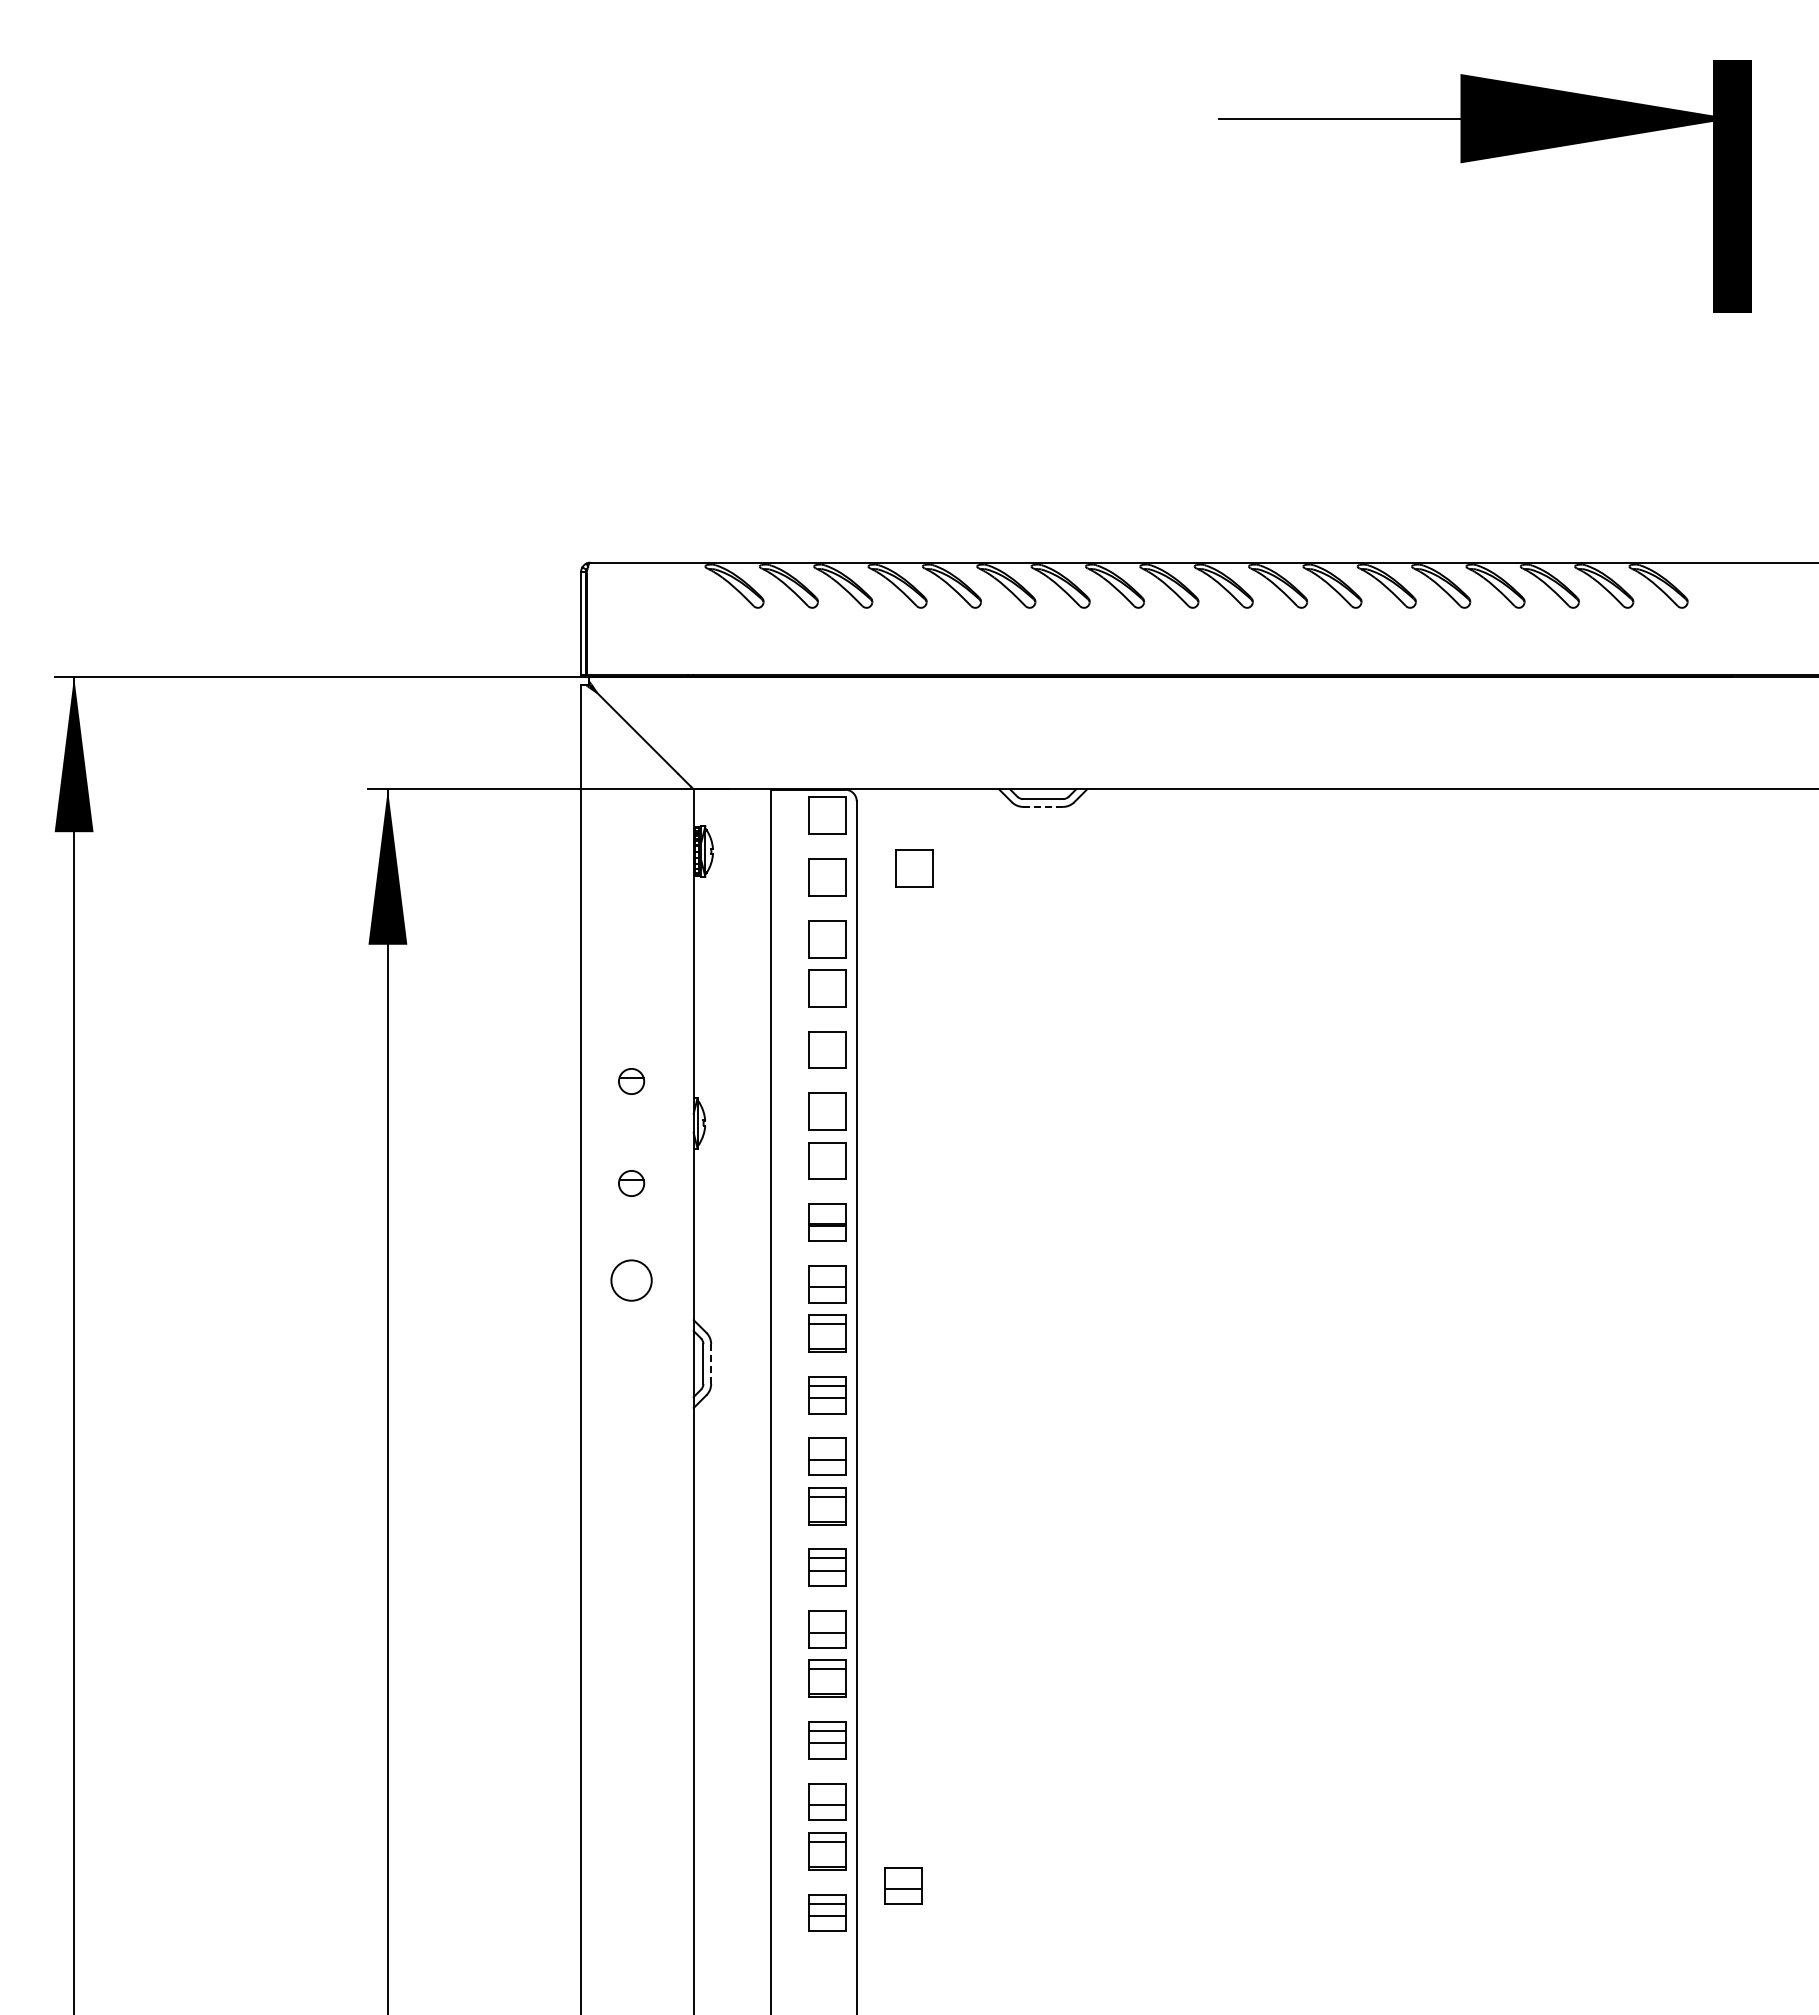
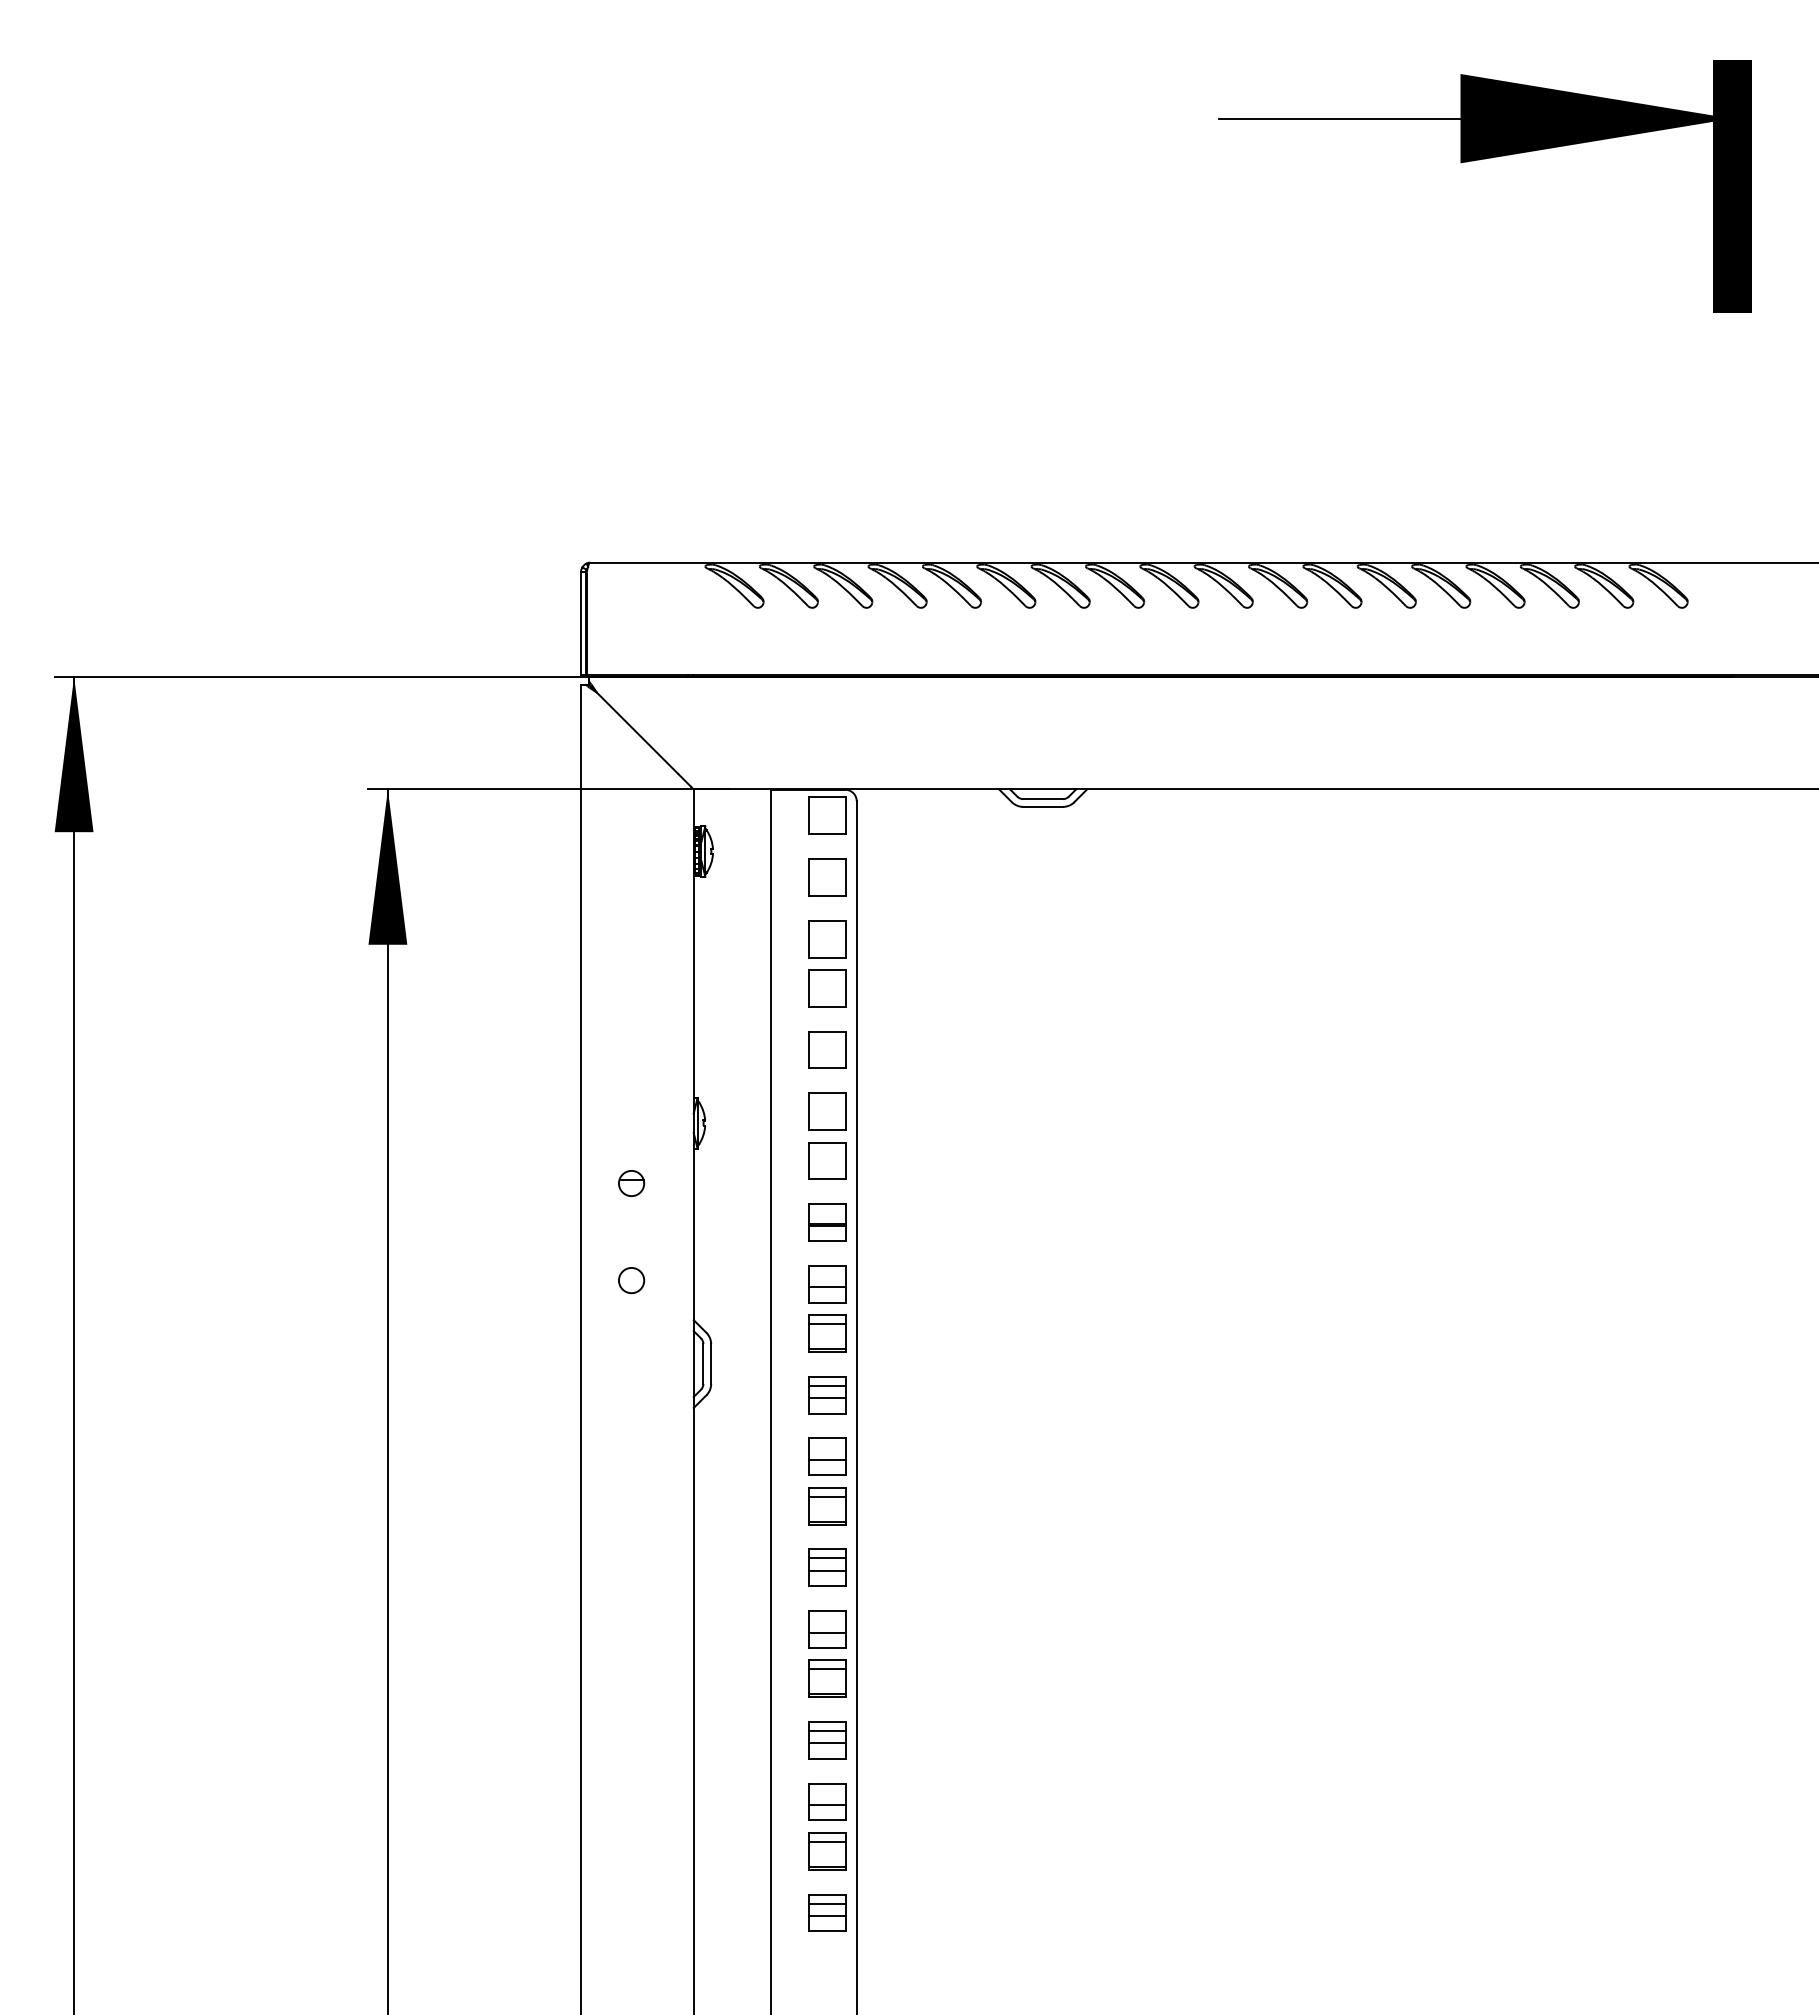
line at (1043, 806): dashed -> solid
part at (914, 868): present -> none
part at (631, 1081): present -> none
circle at (631, 1280) diameter: 40 px -> 25 px
line at (711, 1364): dashed -> solid
part at (903, 1885): present -> none
